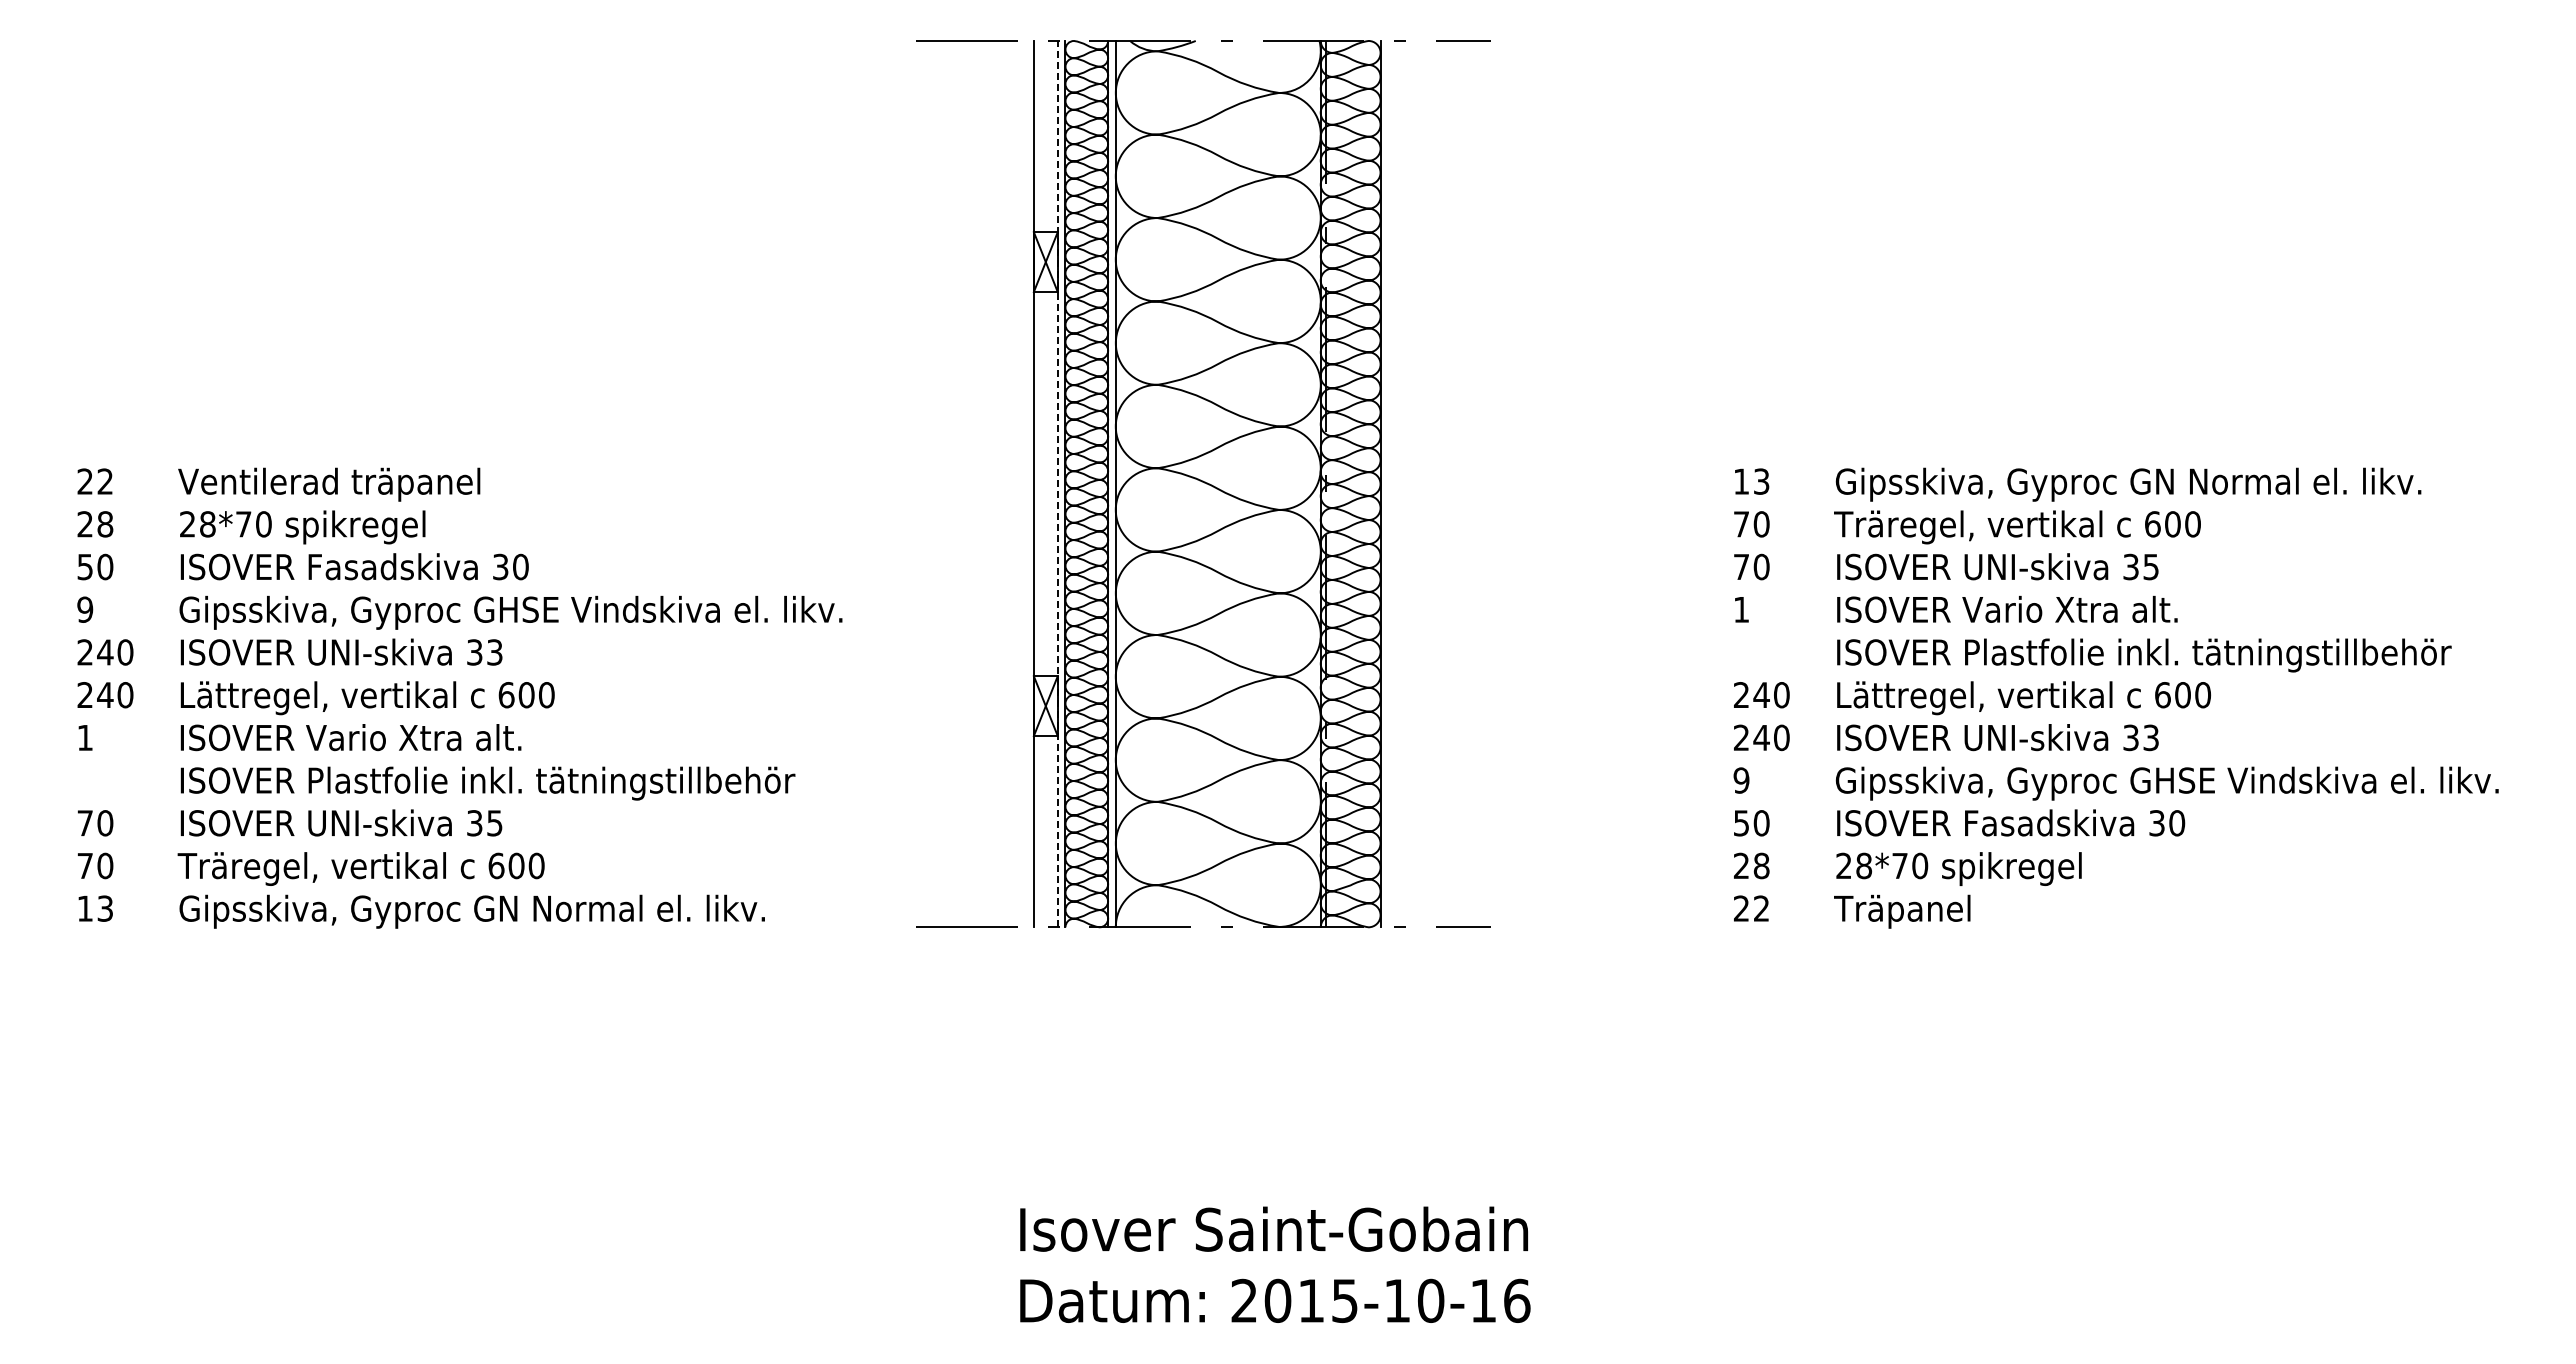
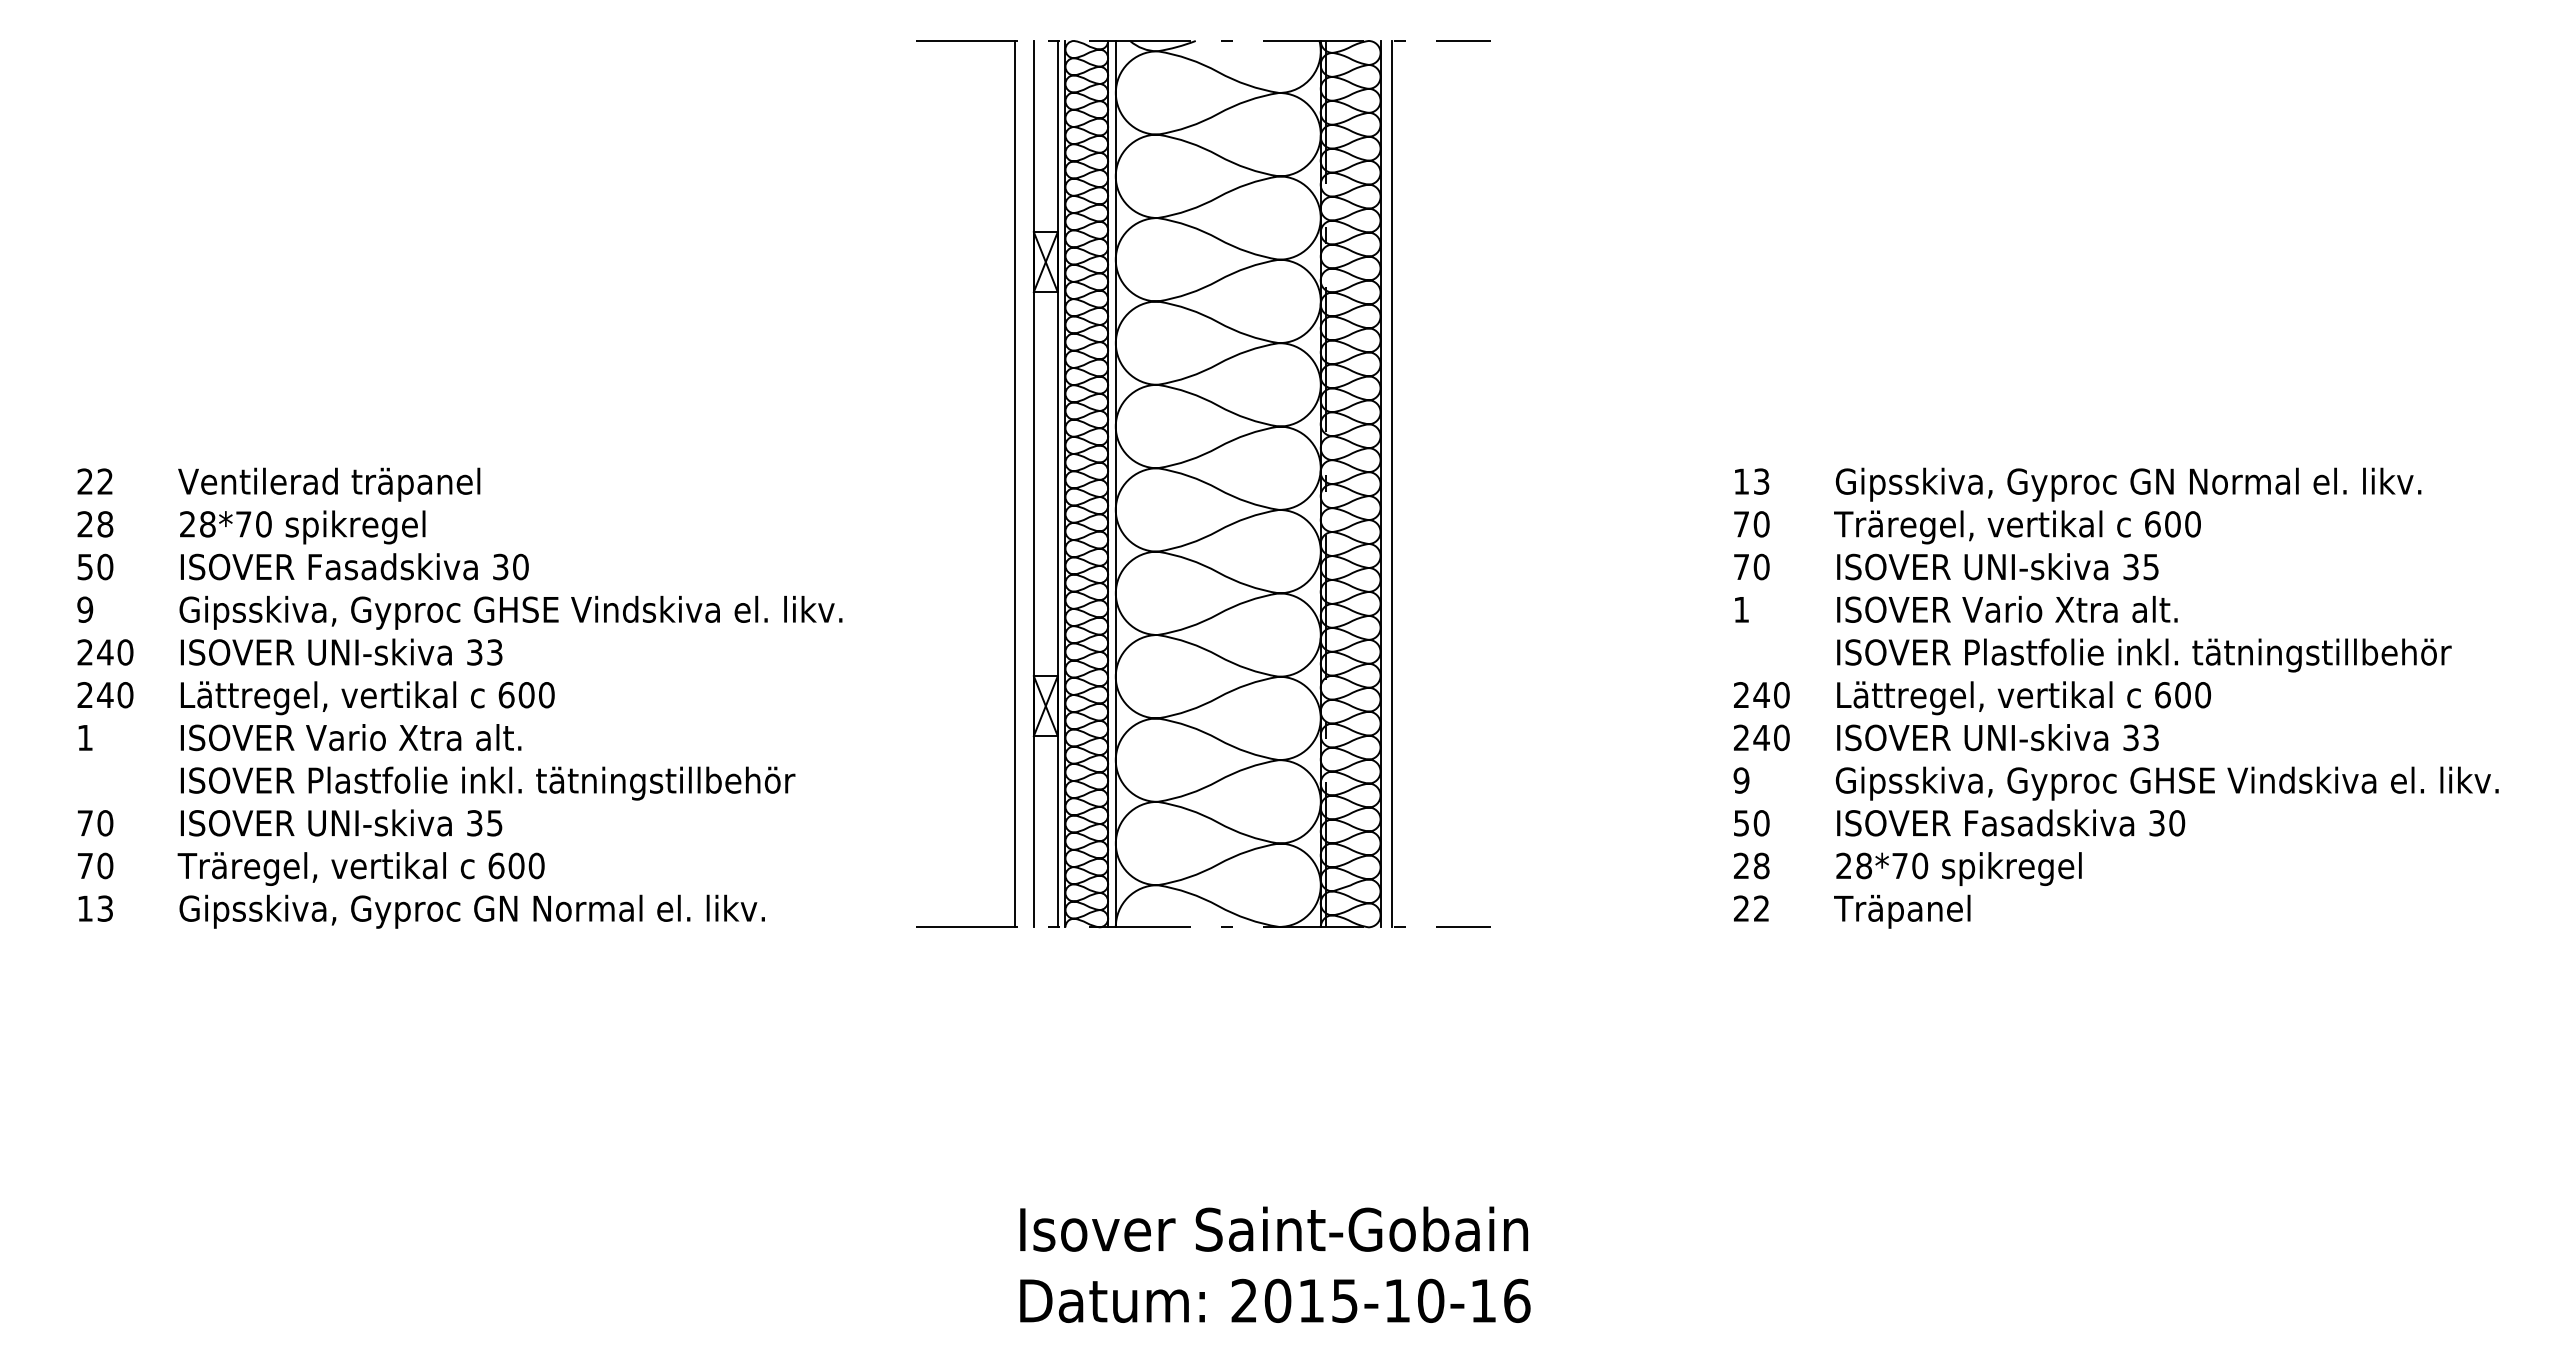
line at (1015, 483): none -> present
line at (1057, 483): dashed -> solid
line at (1391, 483): none -> present
